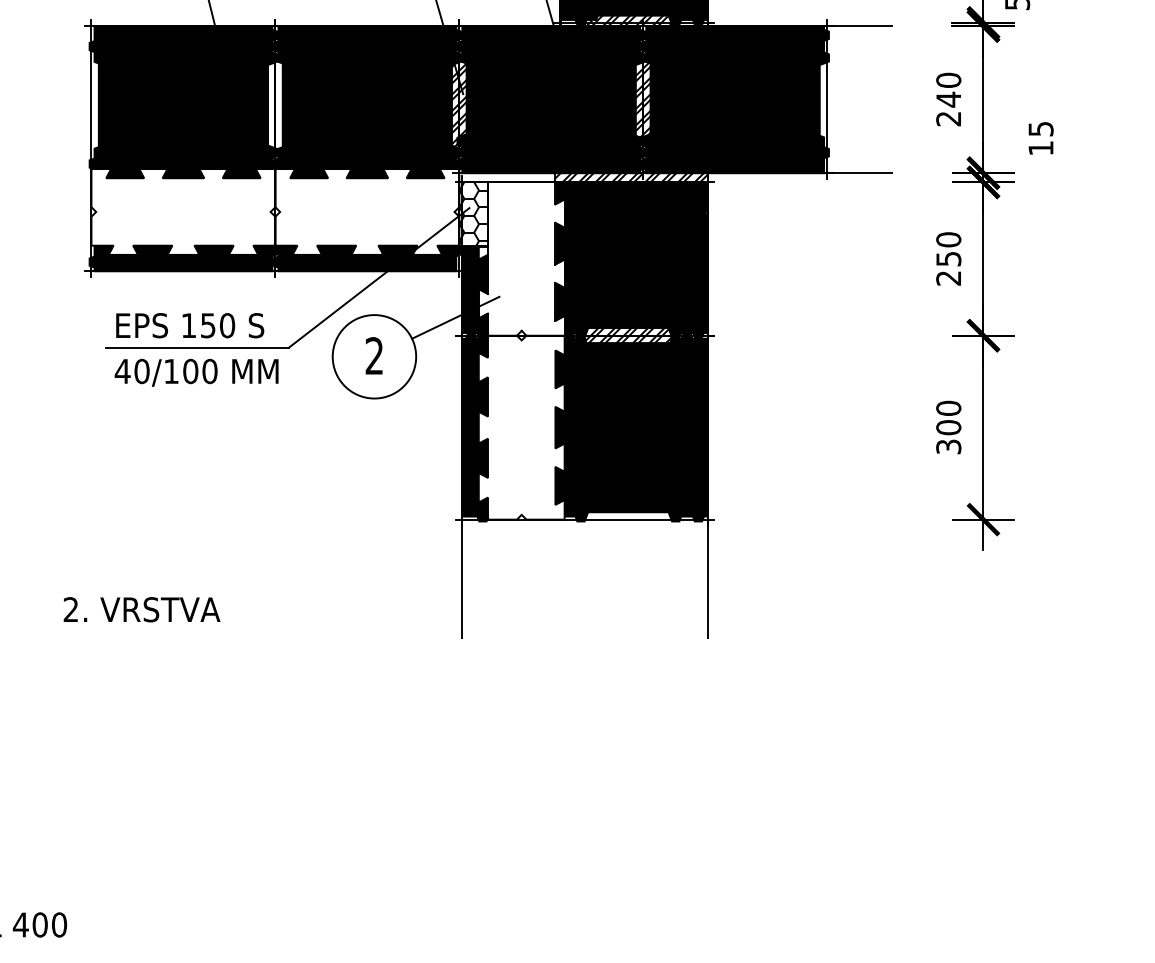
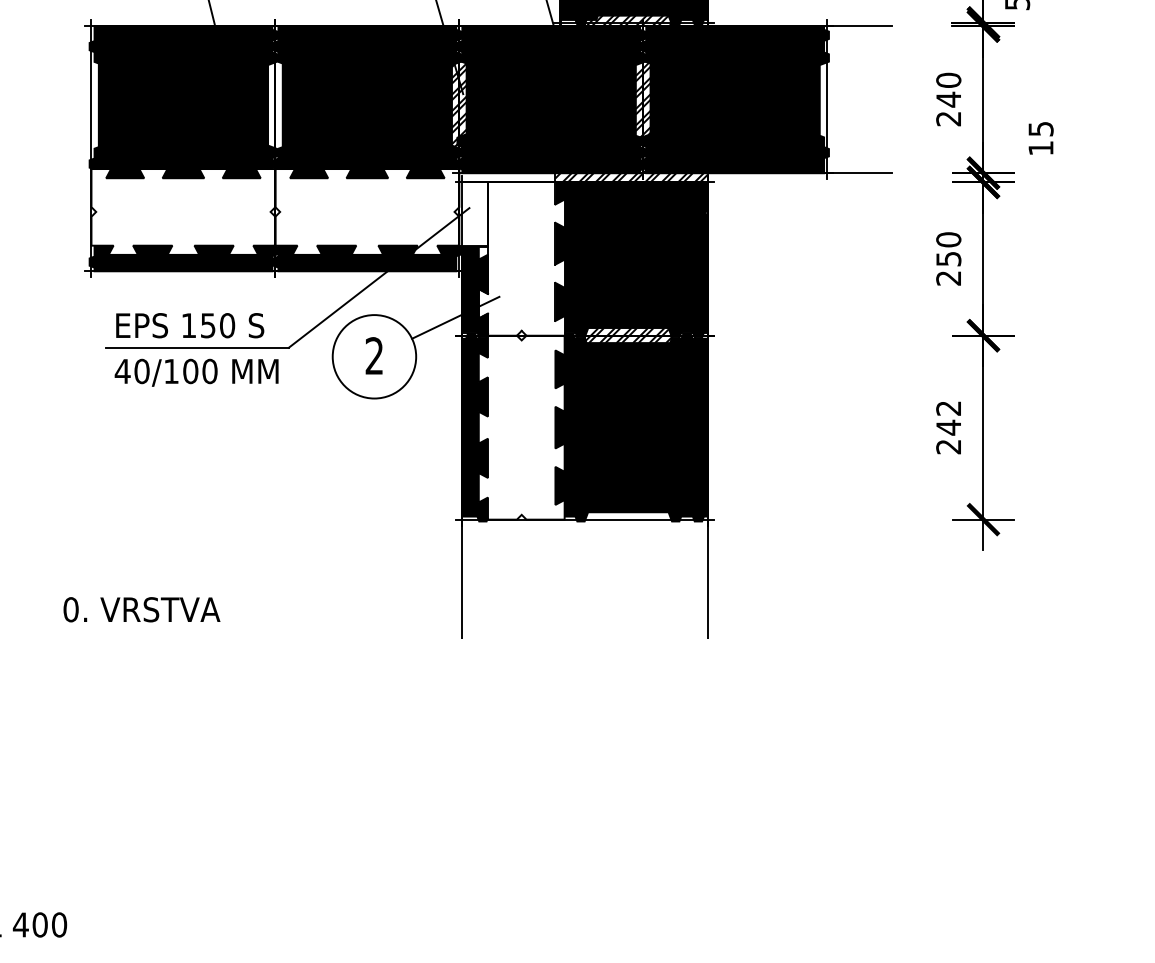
hatch at (473, 213): present -> none
text at (948, 427): 300 -> 242
text at (70, 609): 2. -> 0.
